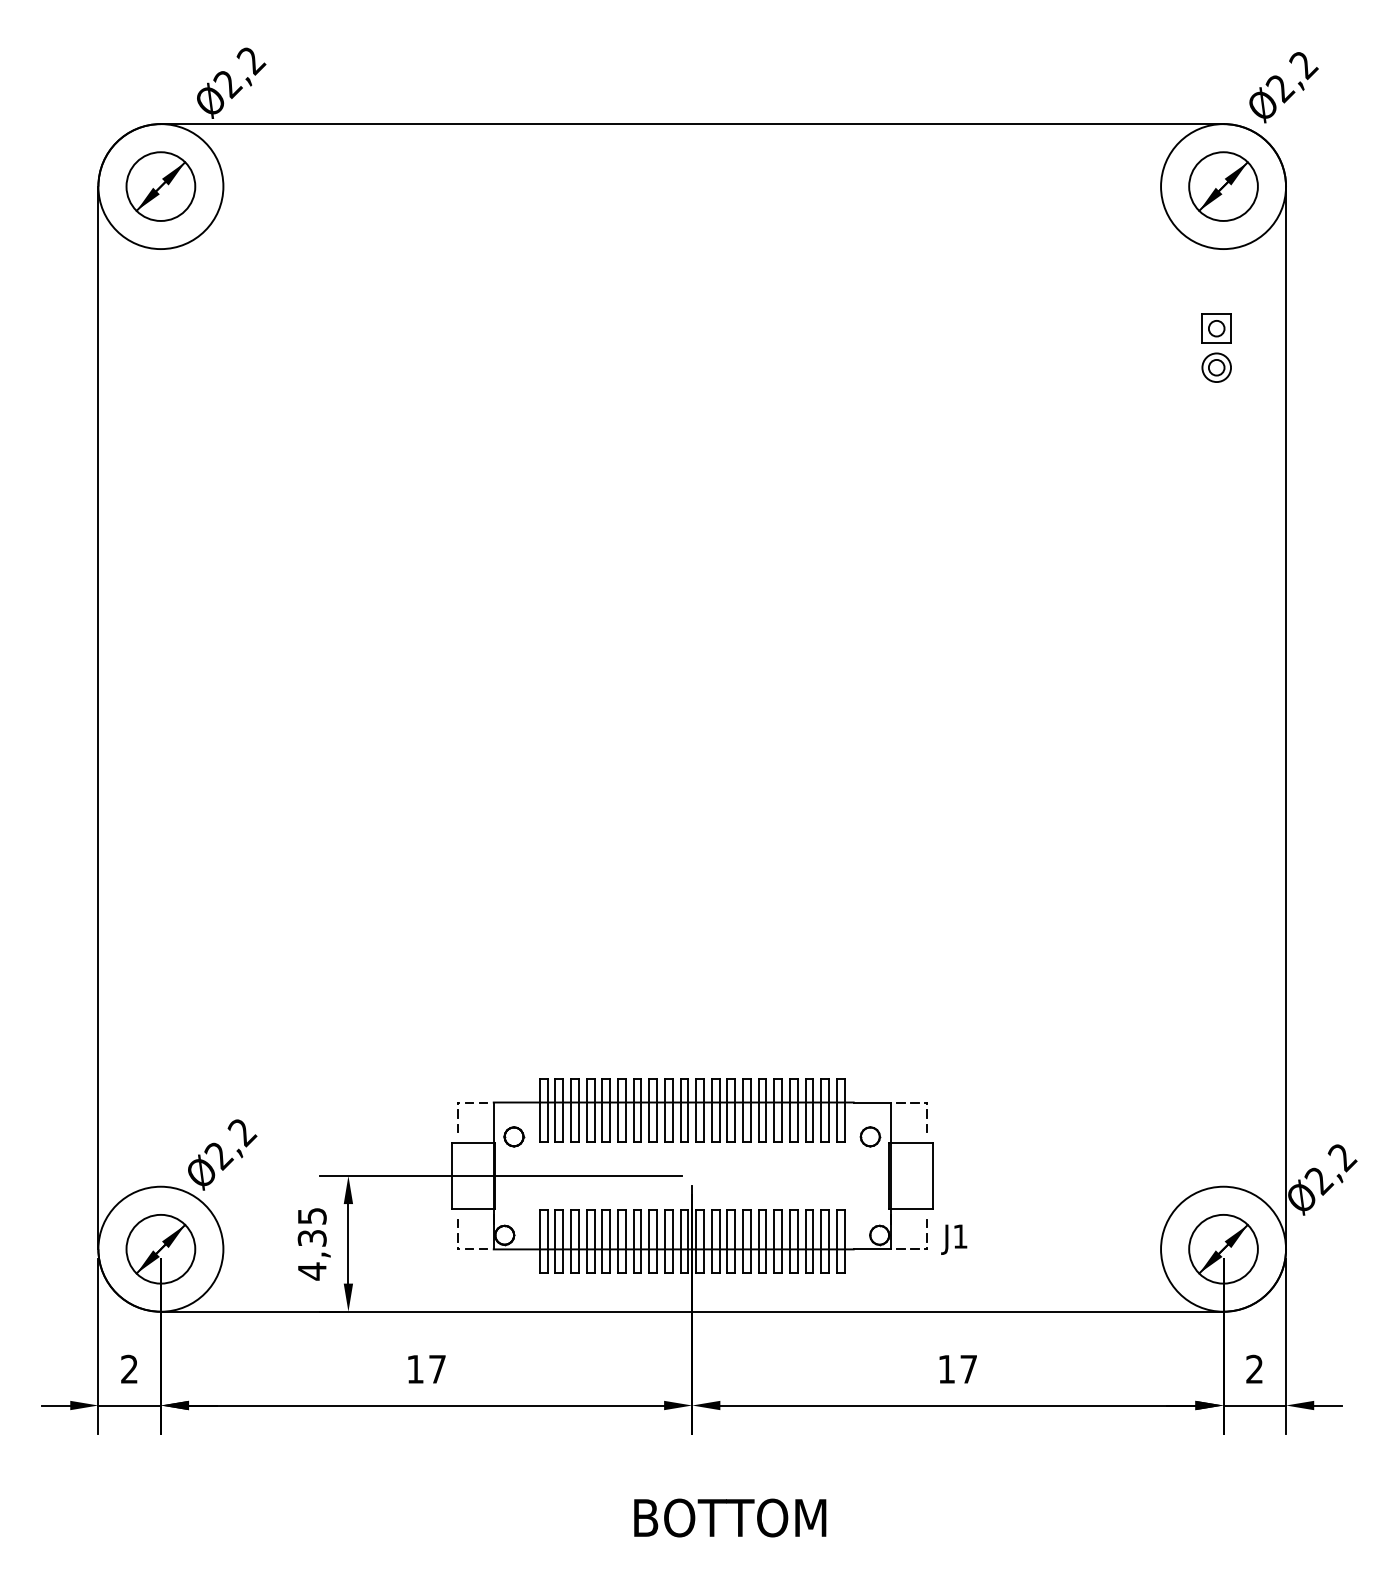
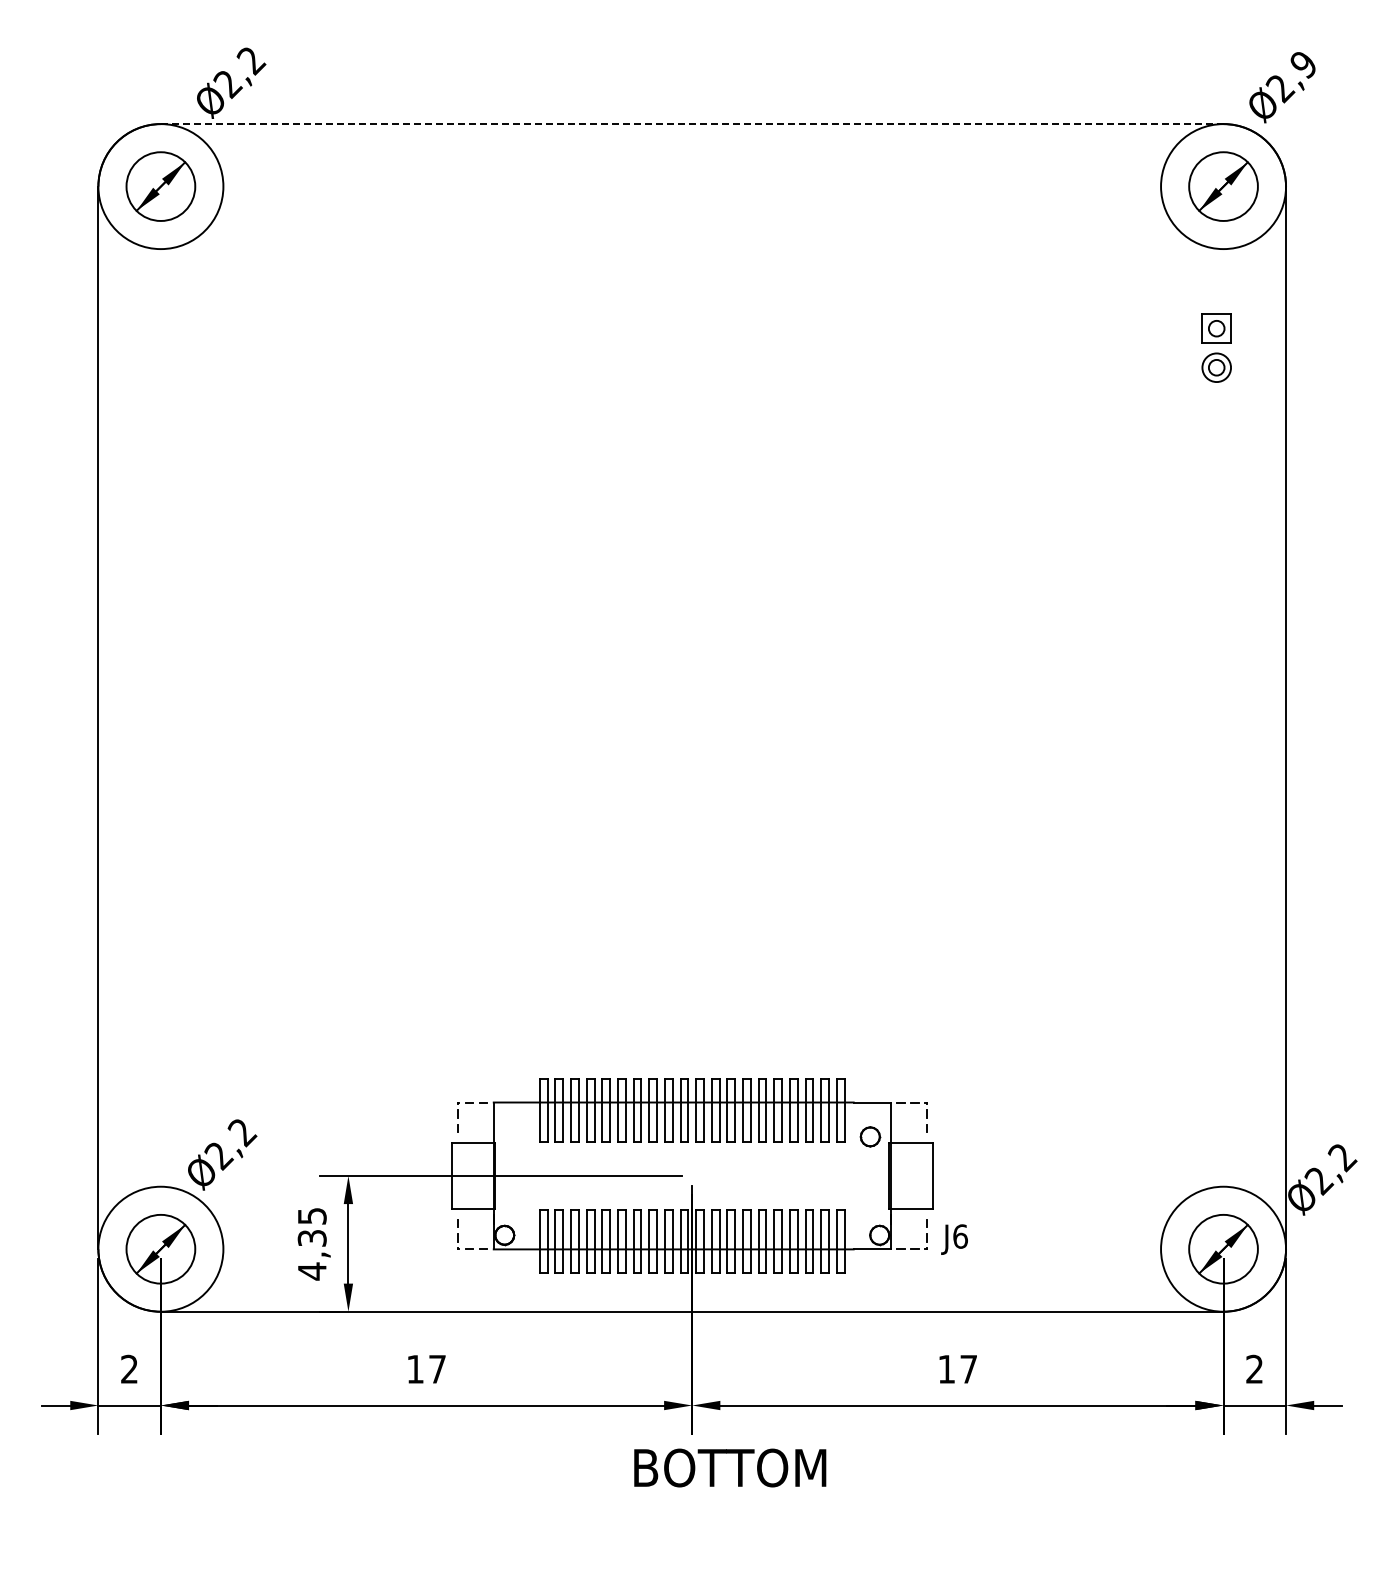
text at (1303, 66): Ø2,2 -> Ø2,9
line at (692, 124): solid -> dashed
part at (514, 1136): present -> none
text at (960, 1236): J1 -> J6
text at (730, 1517) position: (730, 1517) -> (730, 1467)
